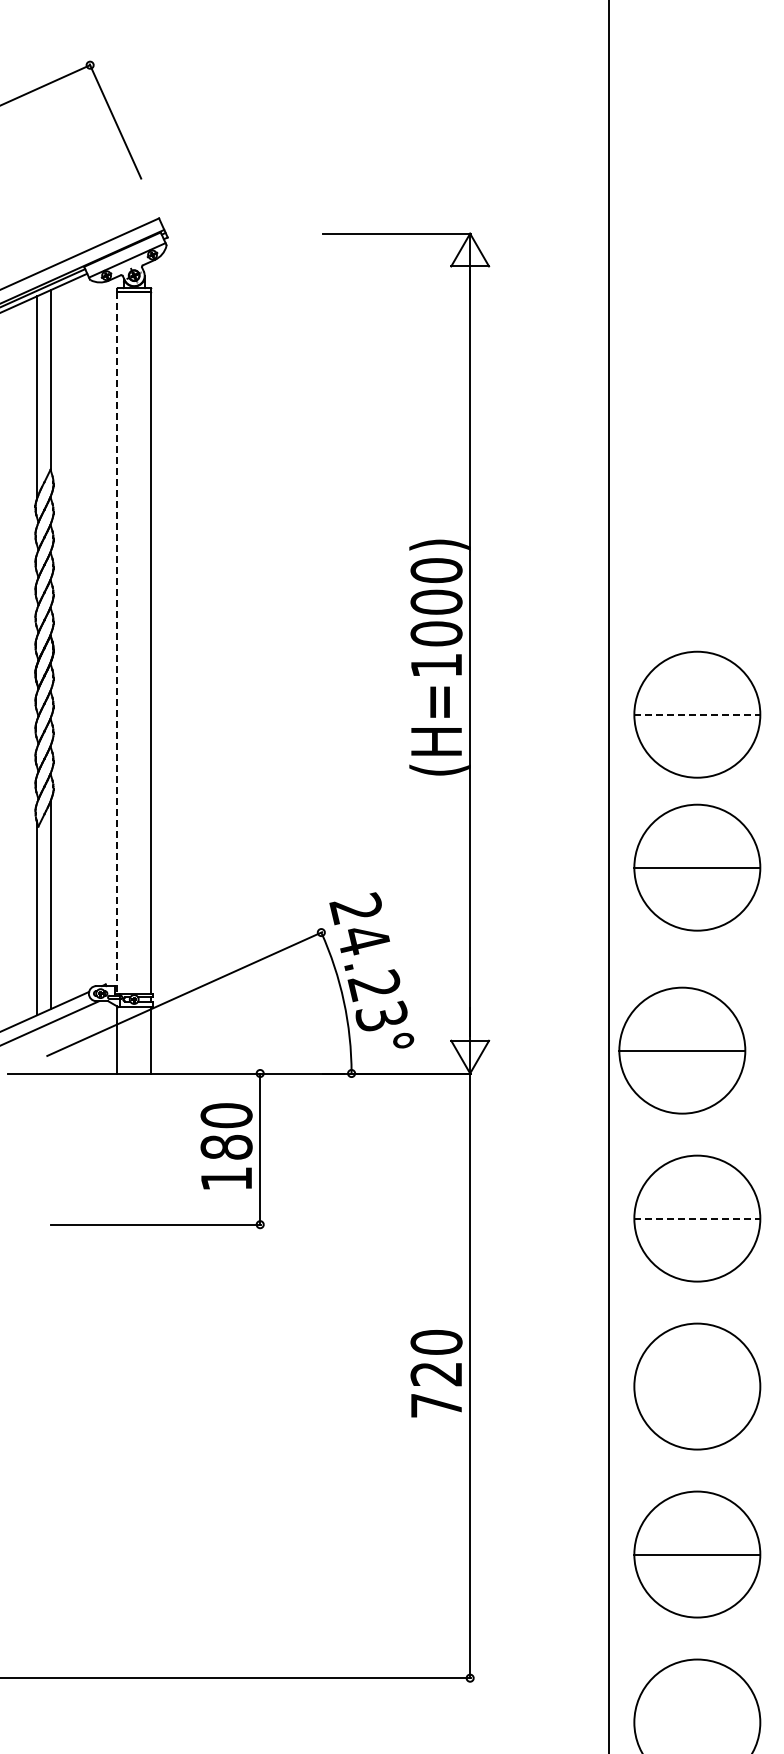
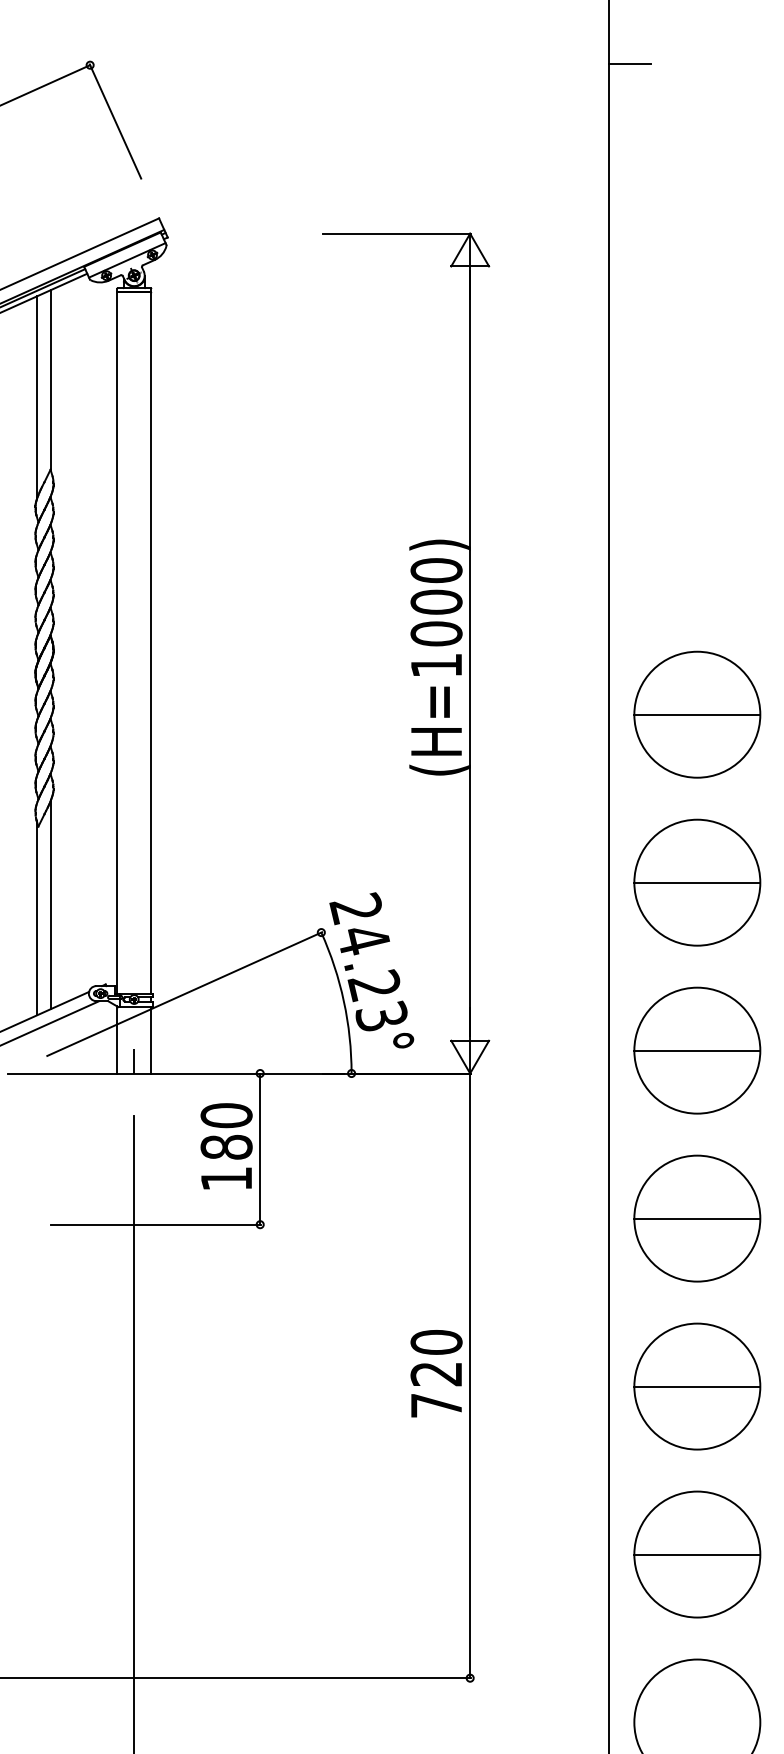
line at (630, 63): none -> present
line at (117, 643): dashed -> solid
line at (697, 714): dashed -> solid
part at (697, 867) position: (697, 867) -> (697, 882)
part at (682, 1050) position: (682, 1050) -> (697, 1050)
line at (134, 1060): none -> present
line at (697, 1218): dashed -> solid
line at (697, 1386): none -> present
line at (134, 1433): none -> present
